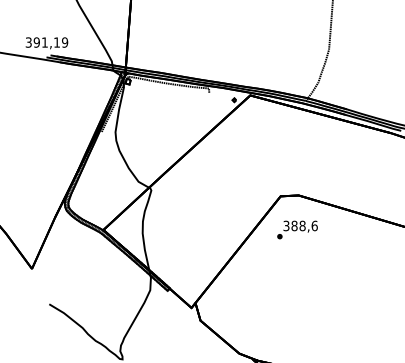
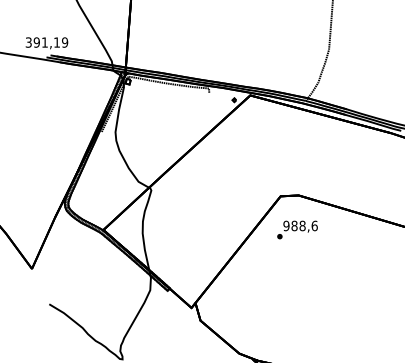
text at (286, 225): 388,6 -> 988,6
